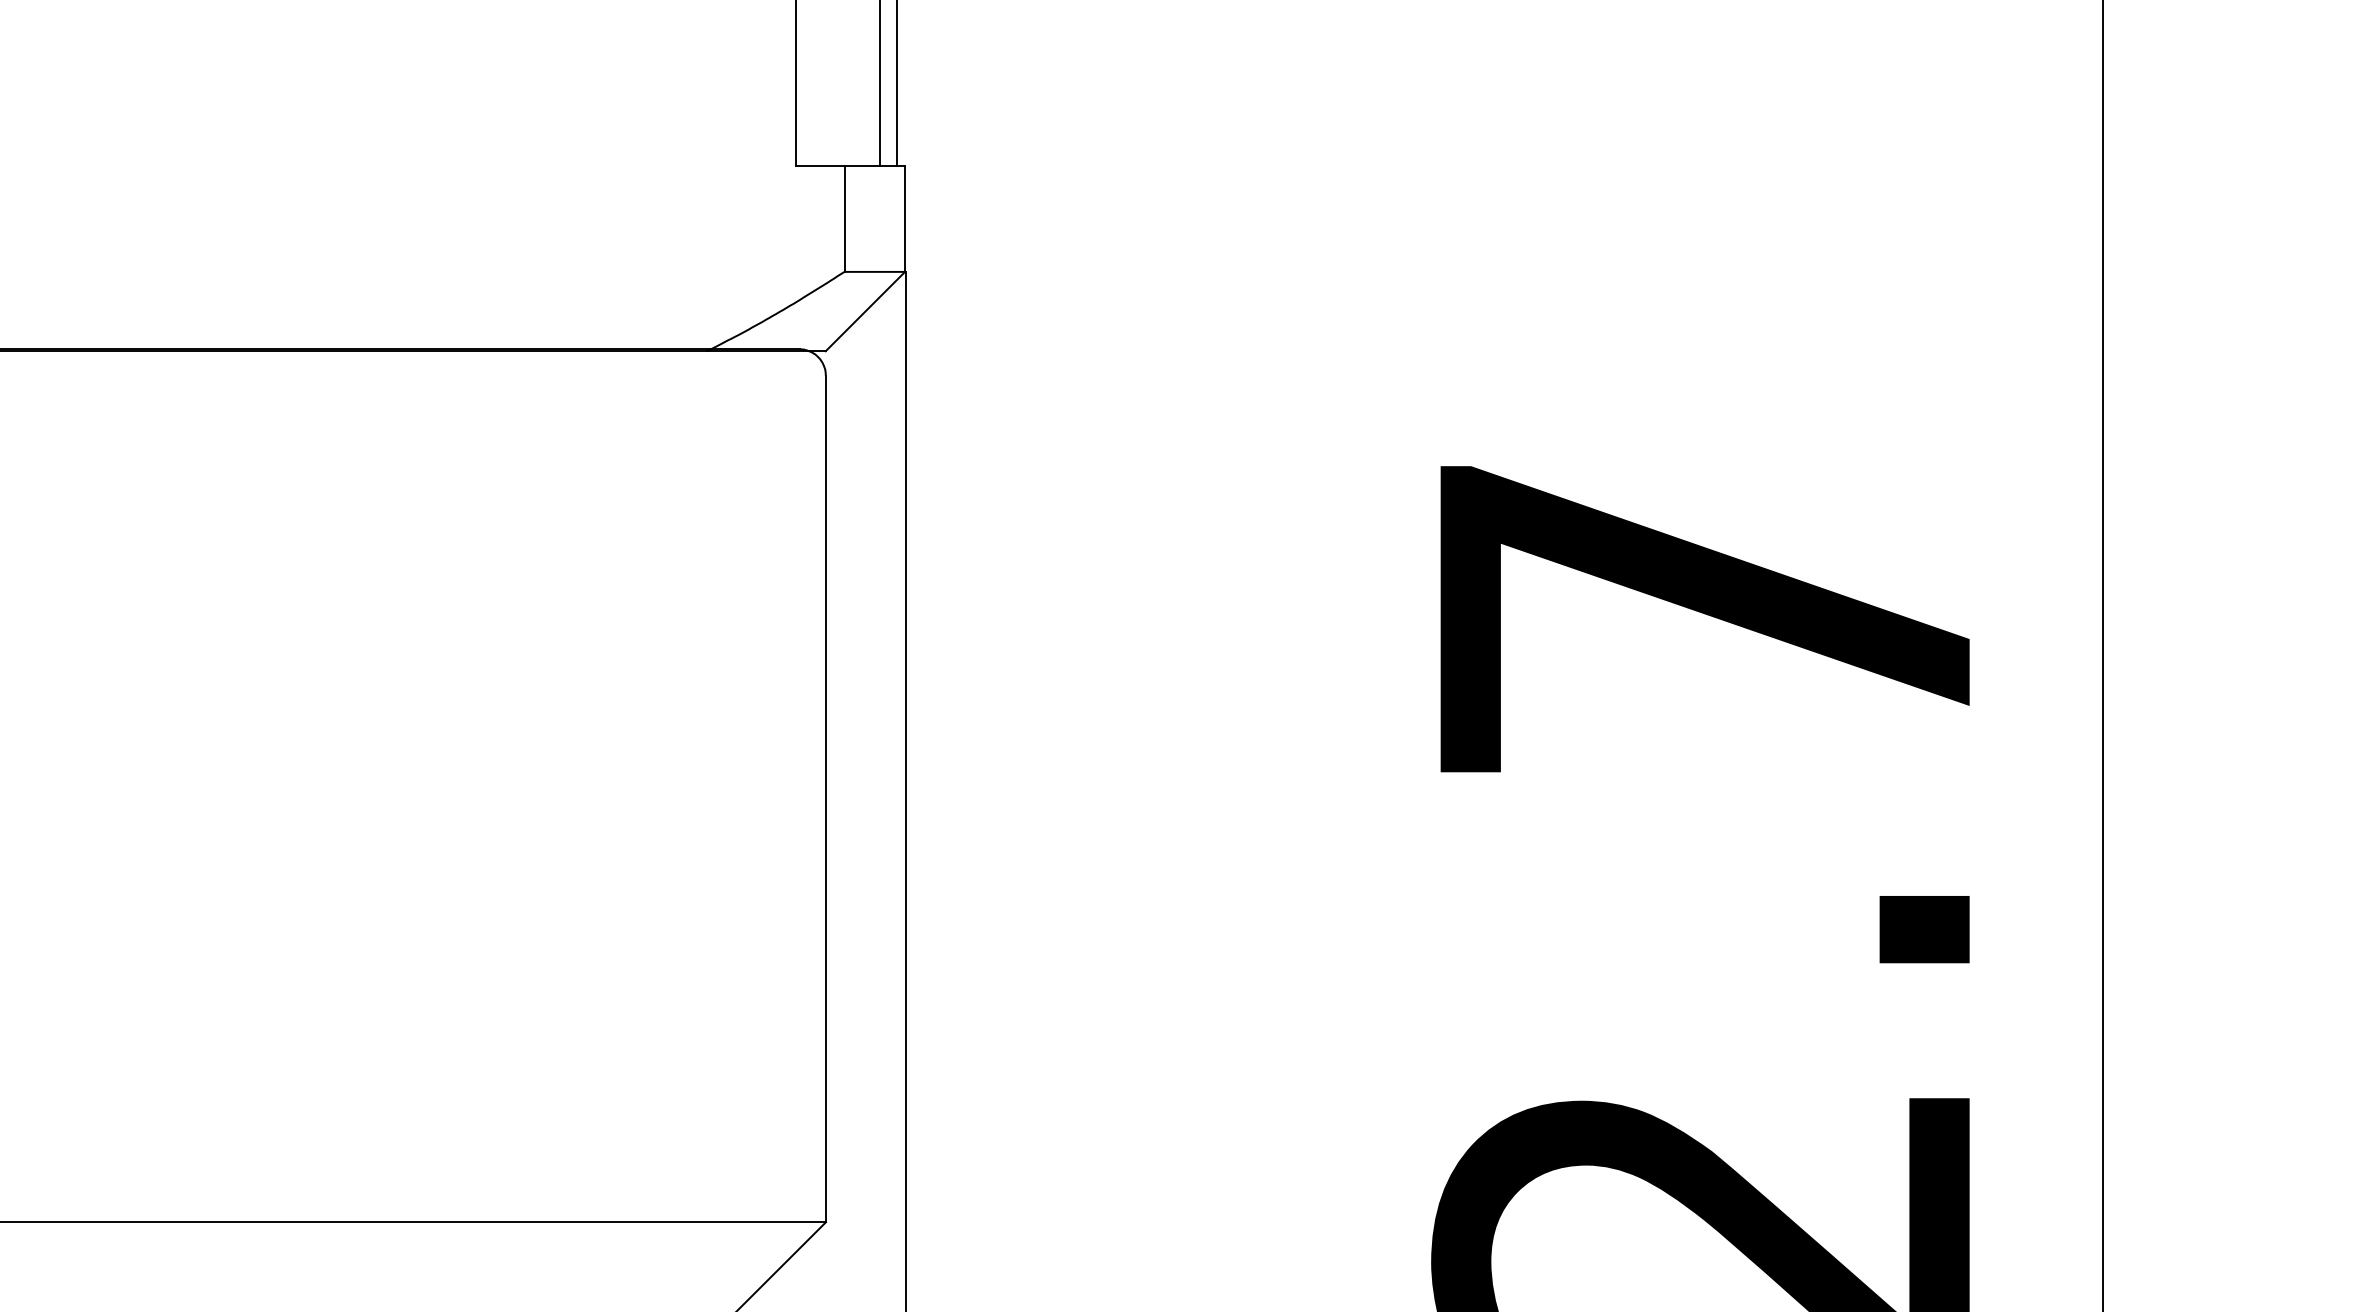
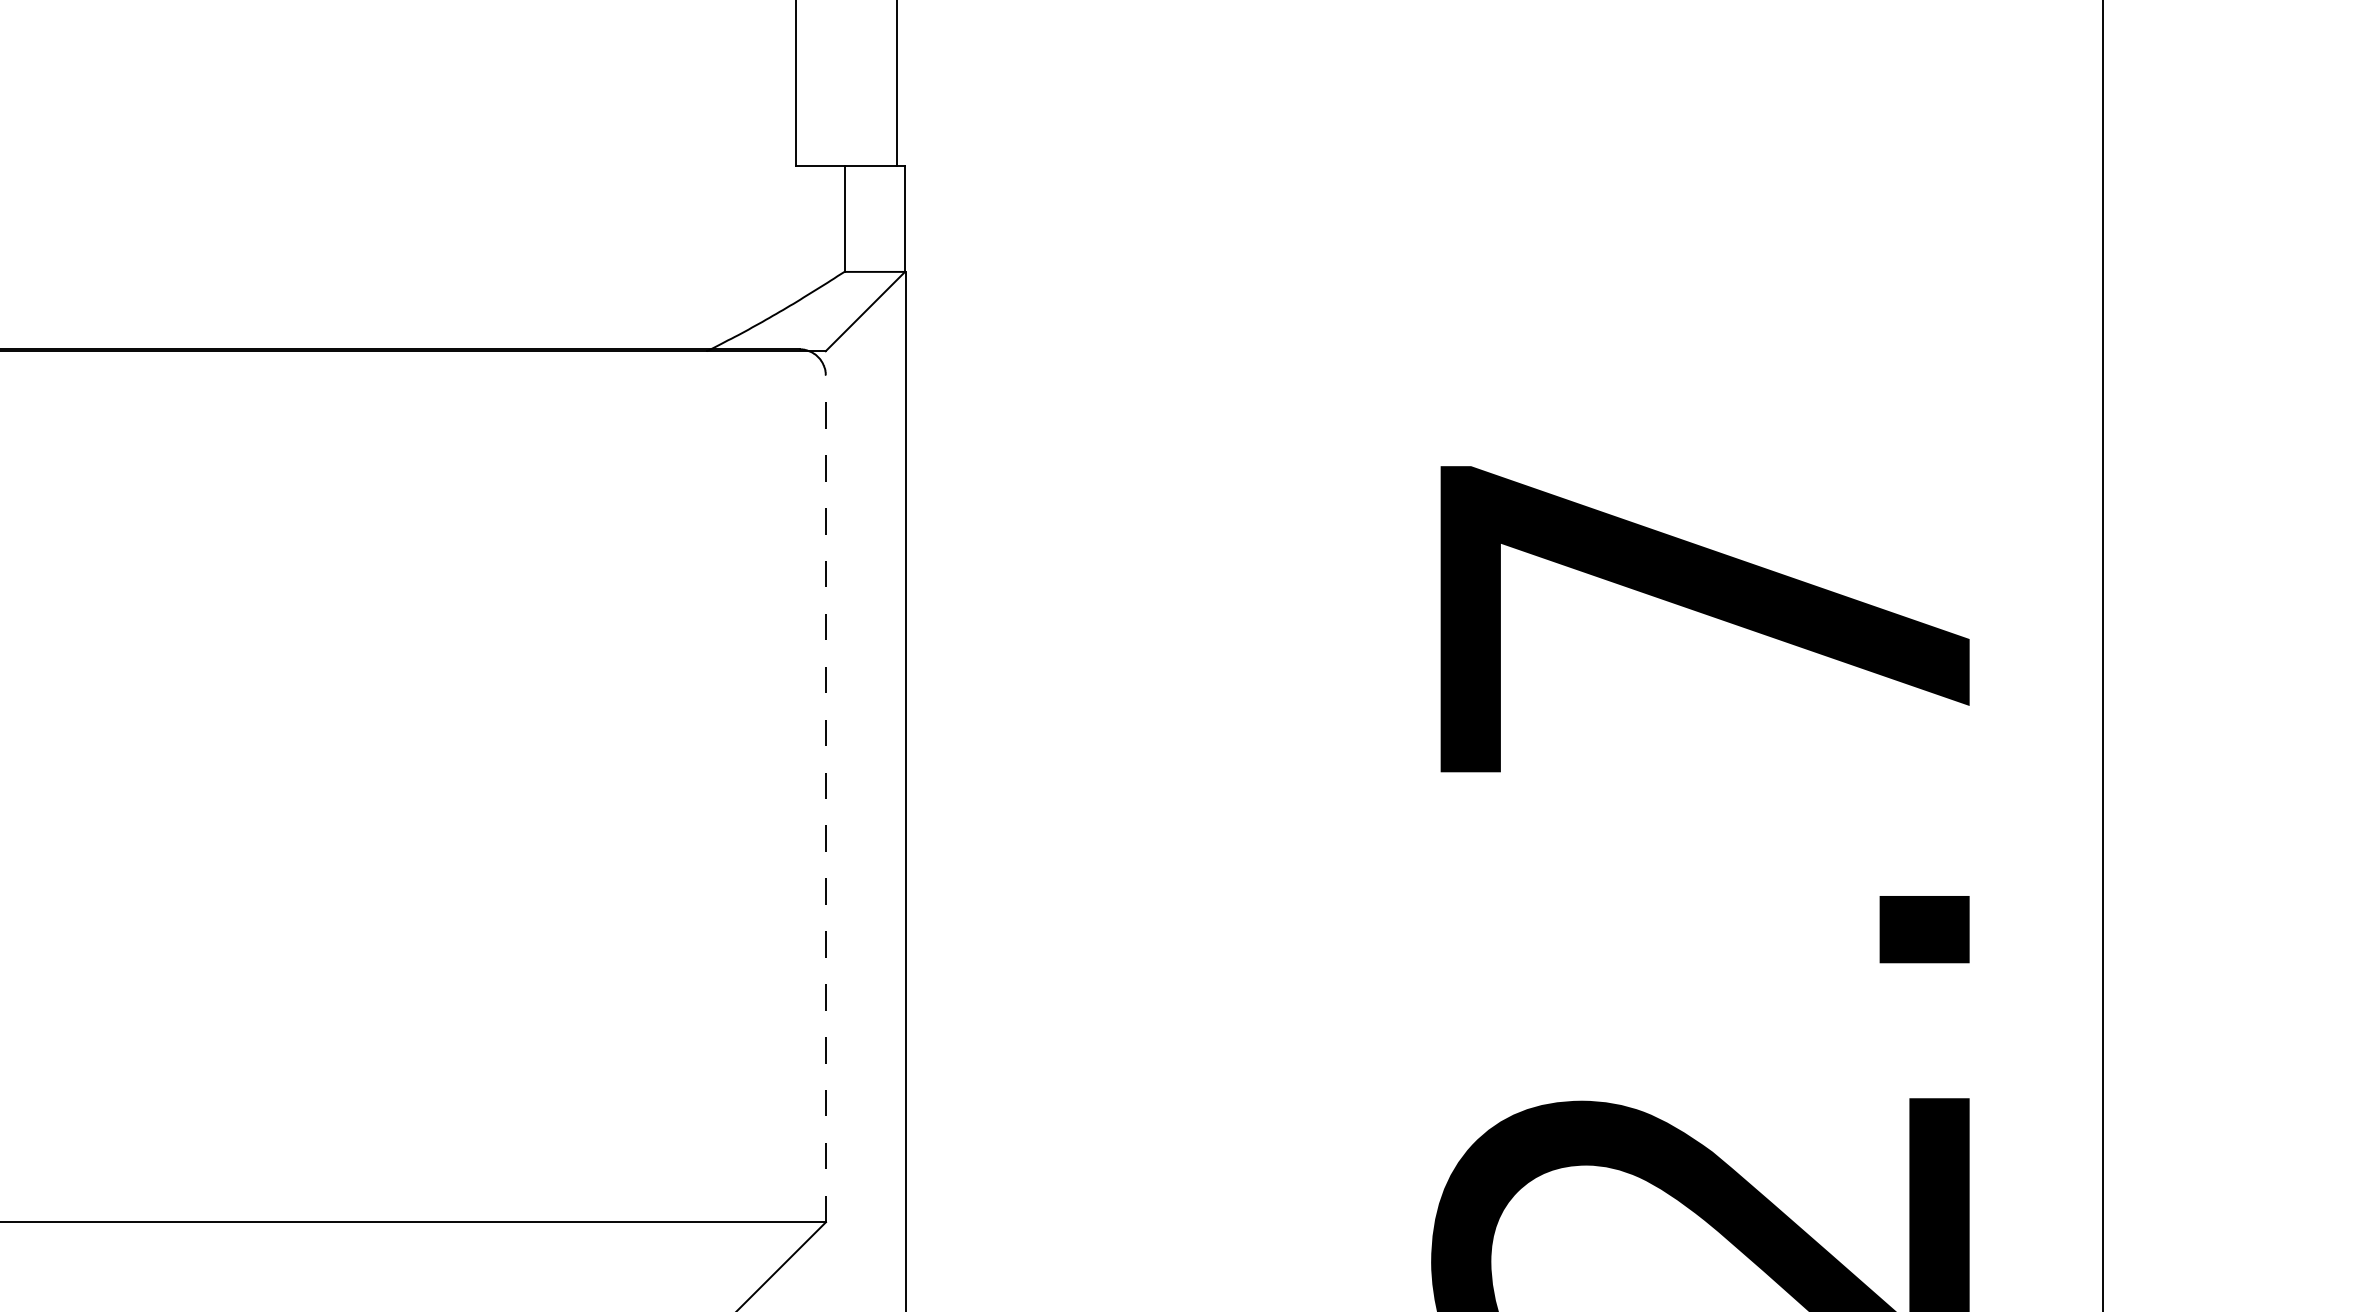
line at (879, 84): present -> none
line at (826, 798): solid -> dashed
